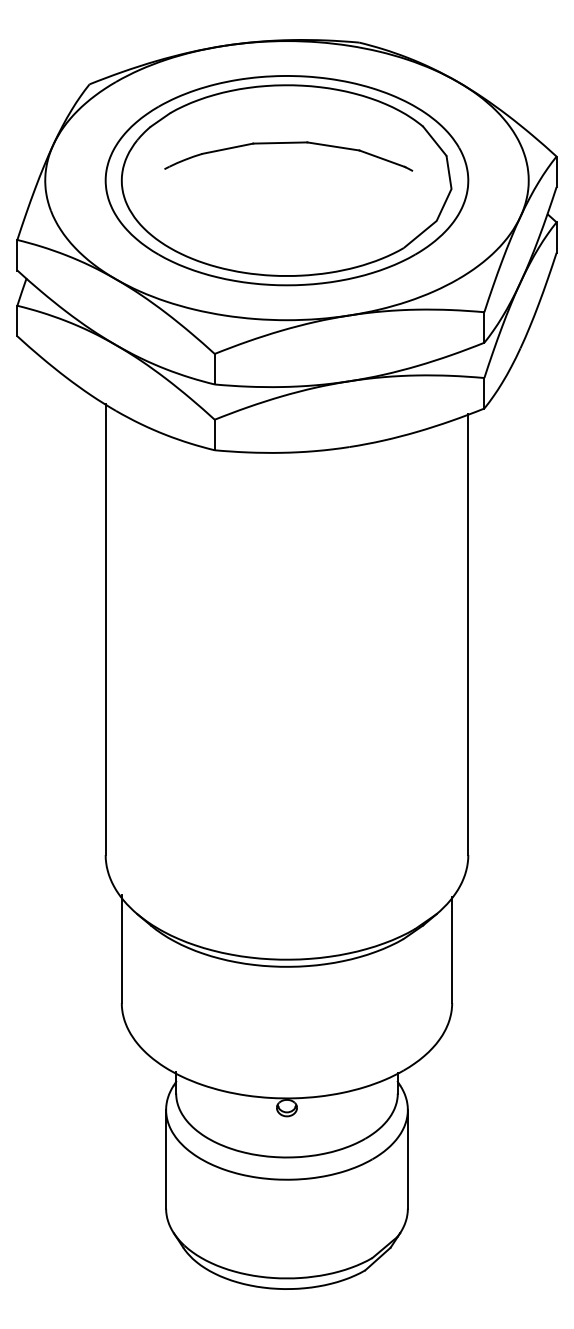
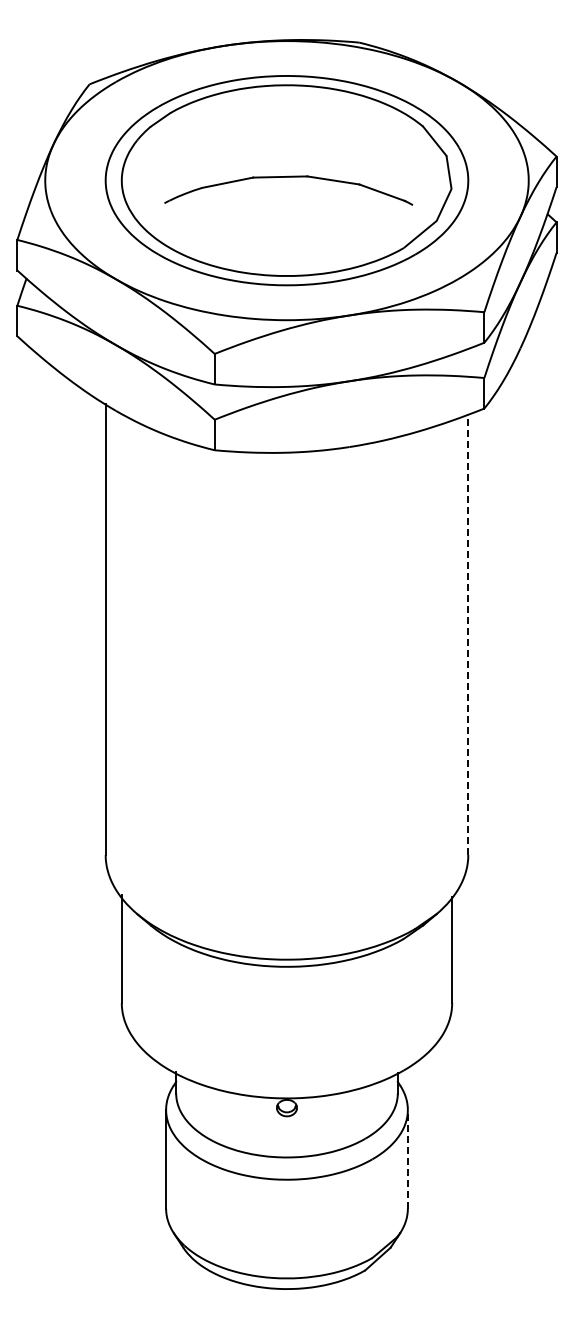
part at (288, 143) position: (288, 143) -> (288, 177)
line at (468, 634): solid -> dashed
line at (407, 1158): solid -> dashed
